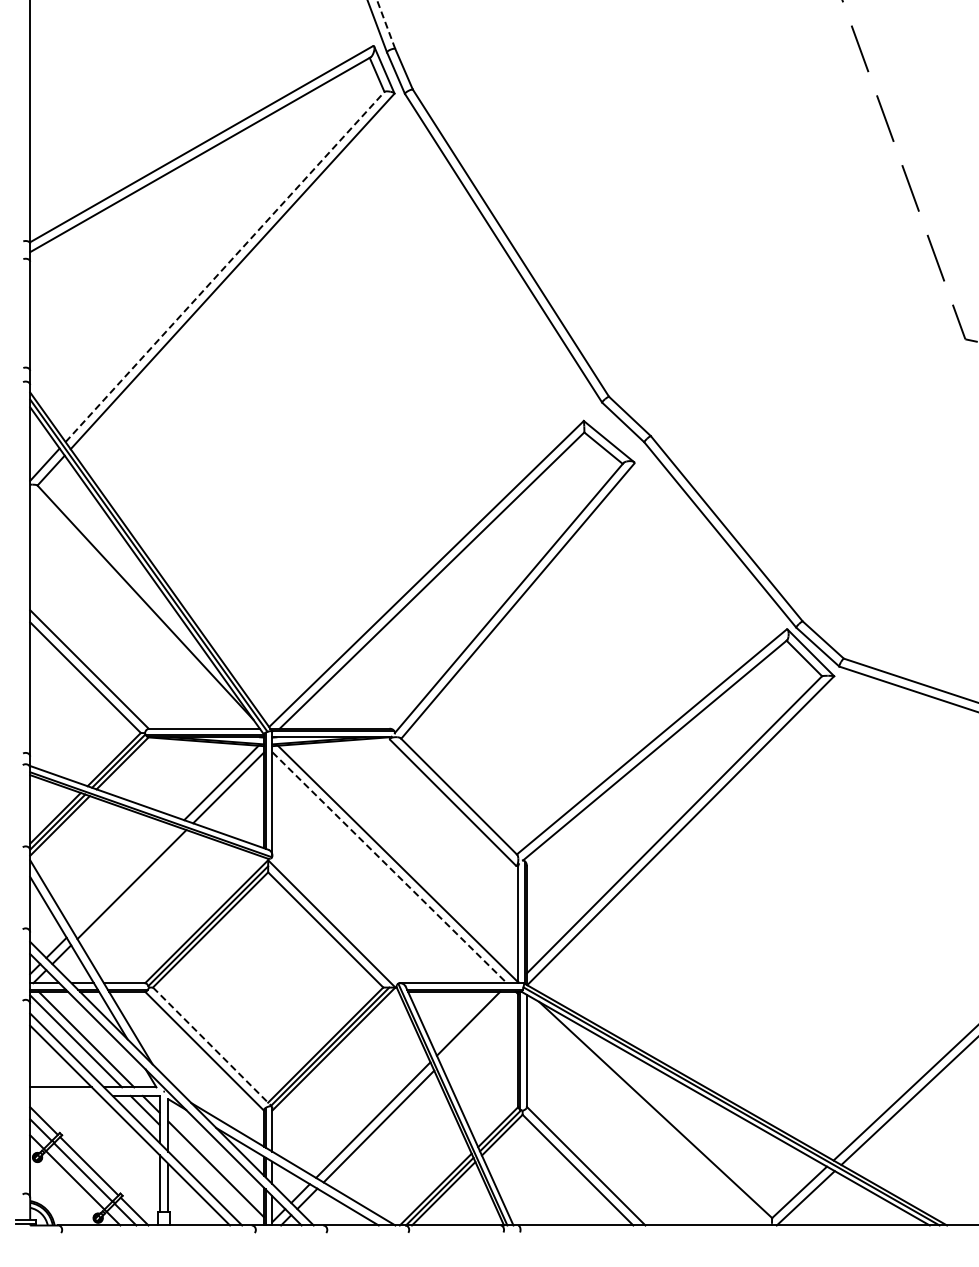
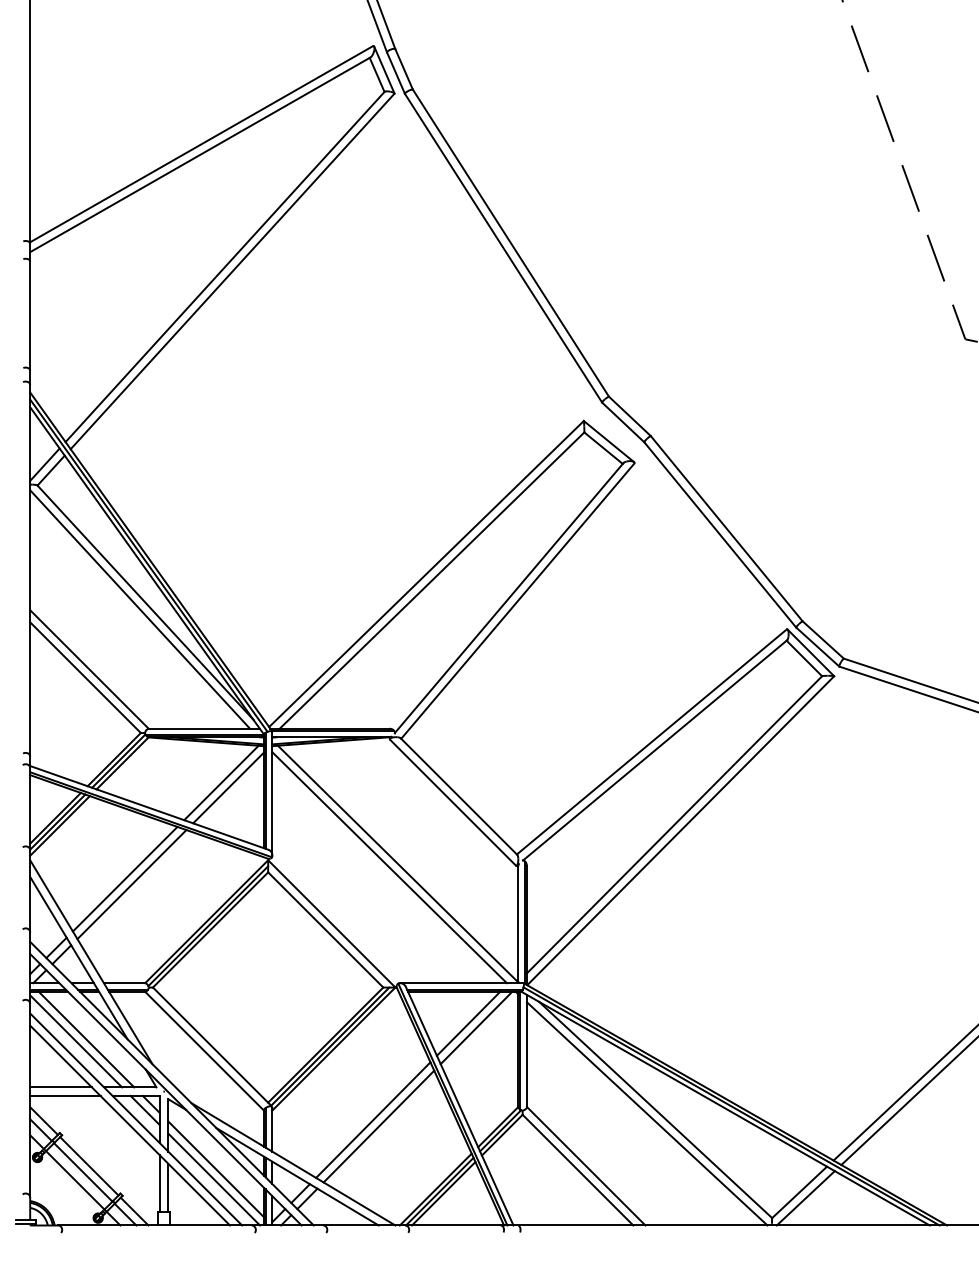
line at (386, 24): dashed -> solid
line at (225, 266): dashed -> solid
line at (140, 609): none -> present
line at (389, 867): dashed -> solid
line at (124, 878): none -> present
line at (476, 1027): none -> present
line at (211, 1045): dashed -> solid
line at (65, 1095): none -> present
line at (646, 1113): none -> present
line at (214, 1179): none -> present
